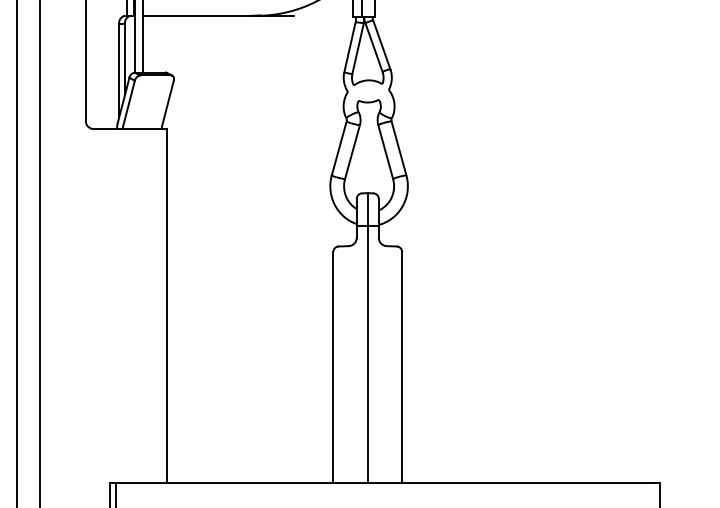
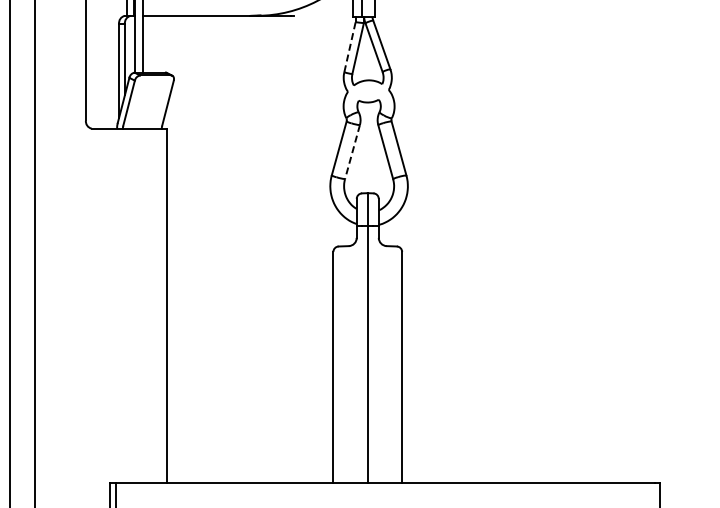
line at (350, 47): solid -> dashed
line at (352, 152): solid -> dashed
line at (16, 253) position: (16, 253) -> (9, 253)
line at (40, 253) position: (40, 253) -> (35, 253)
